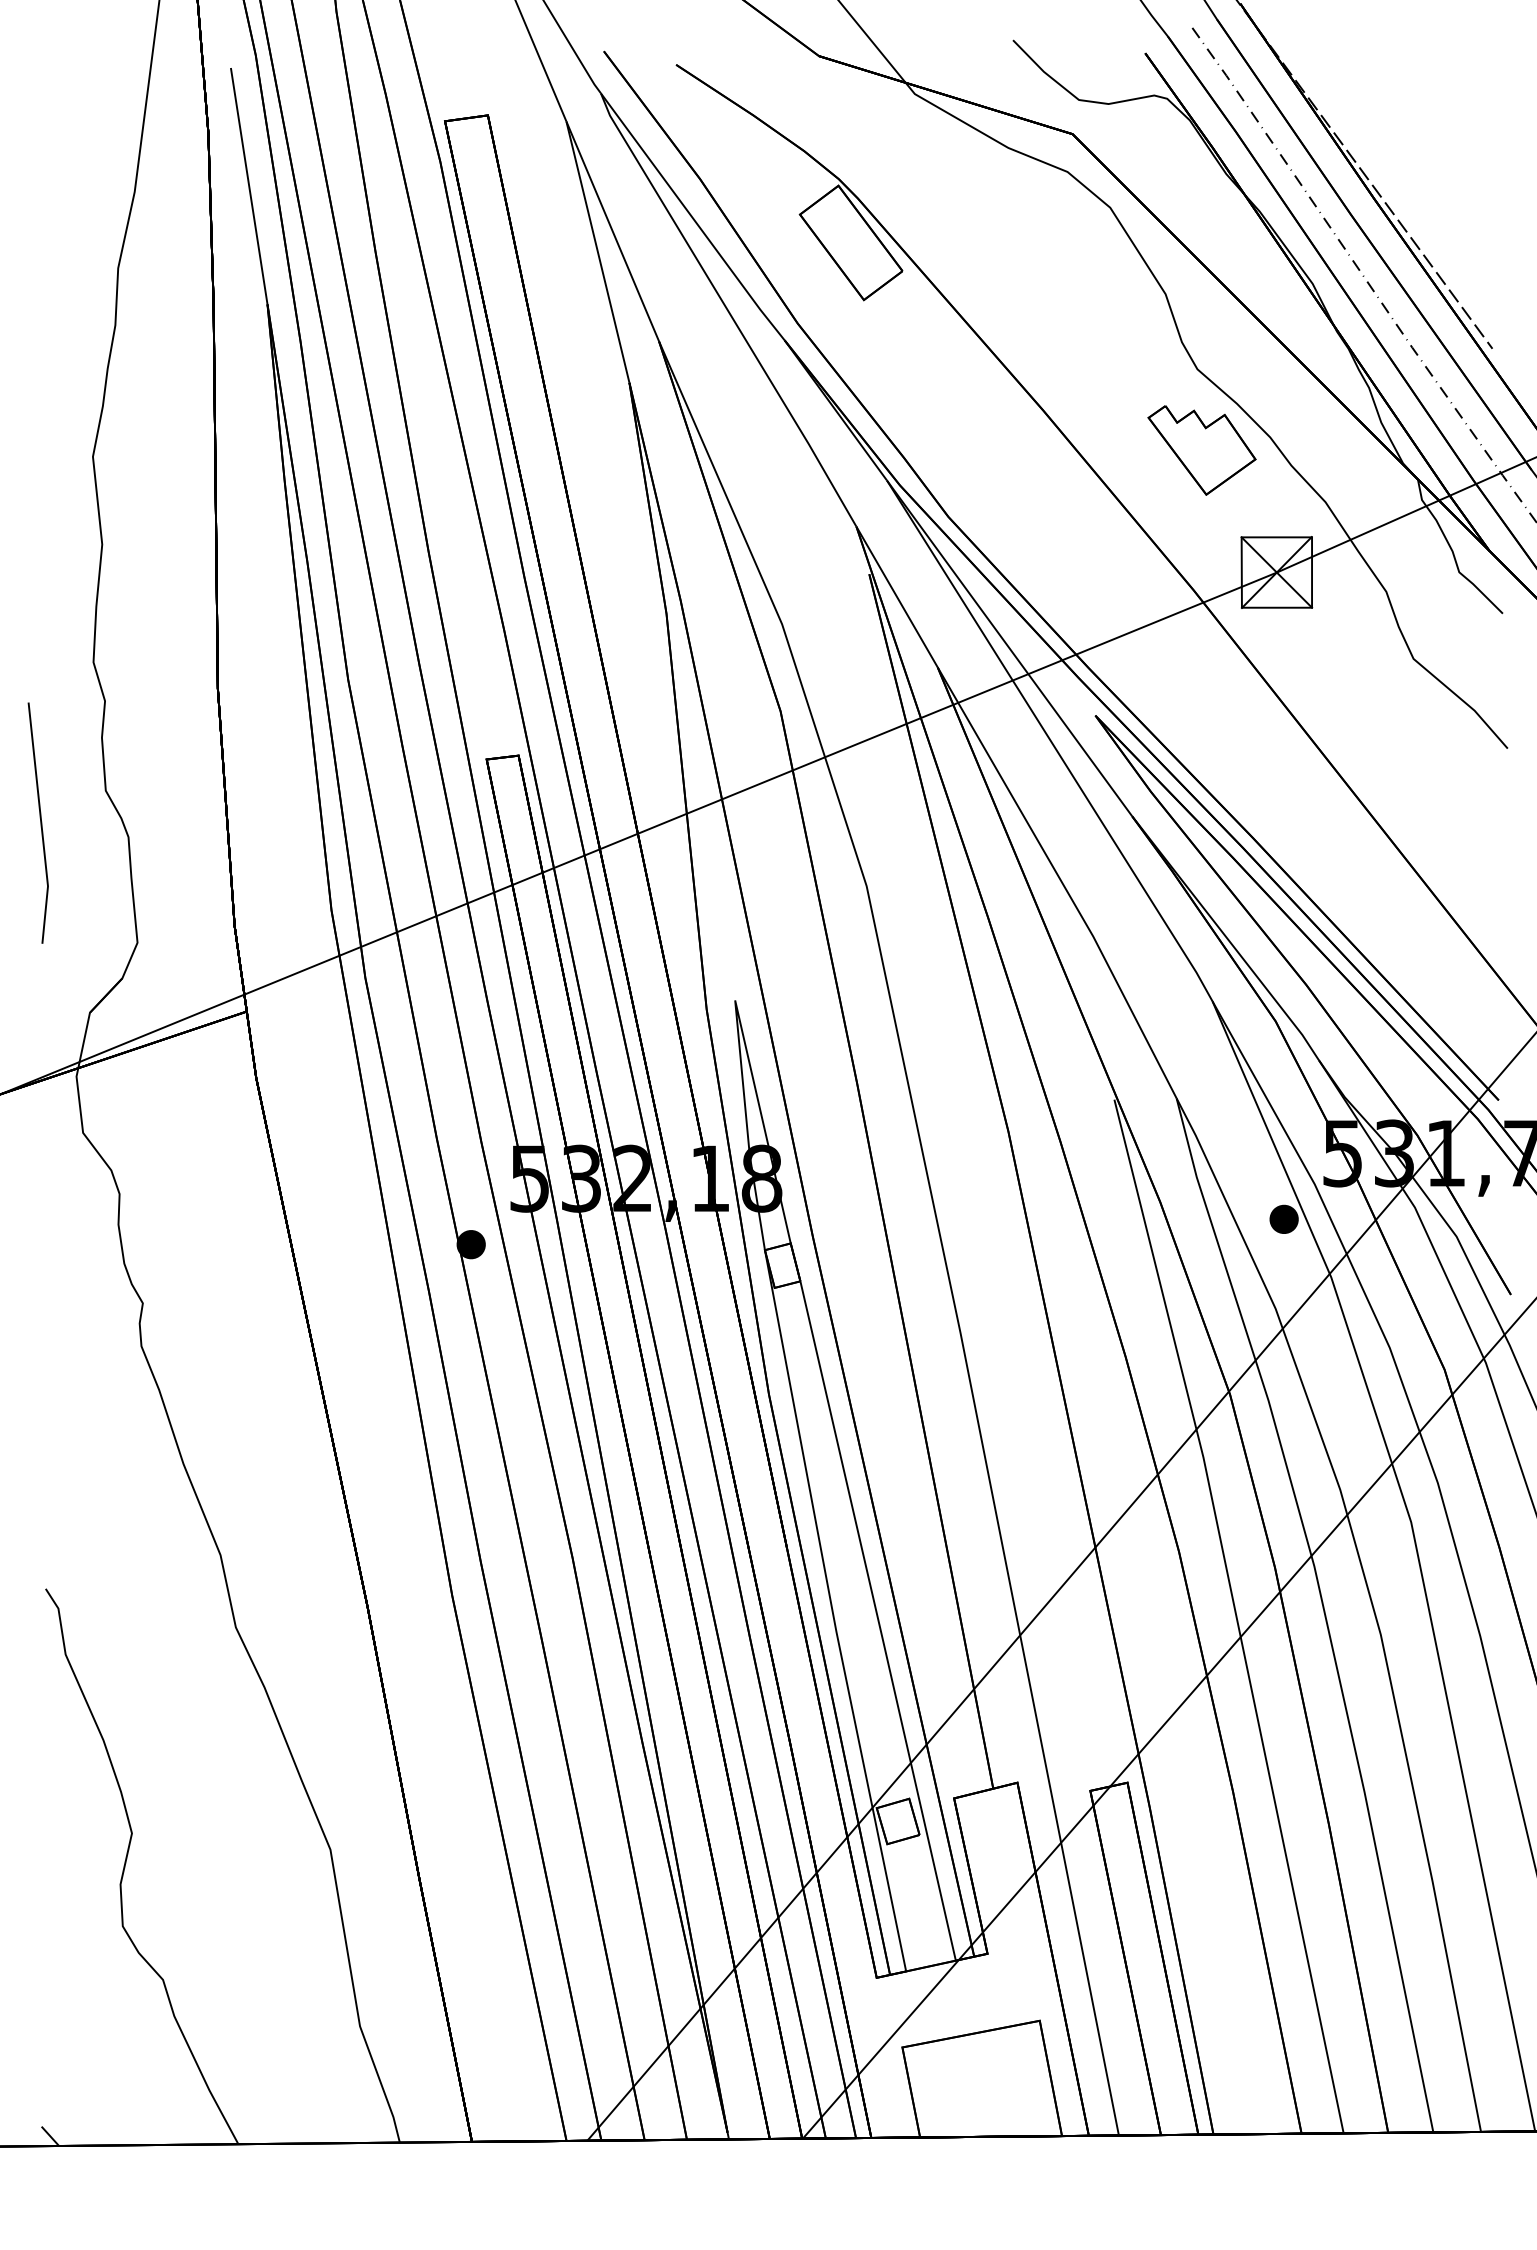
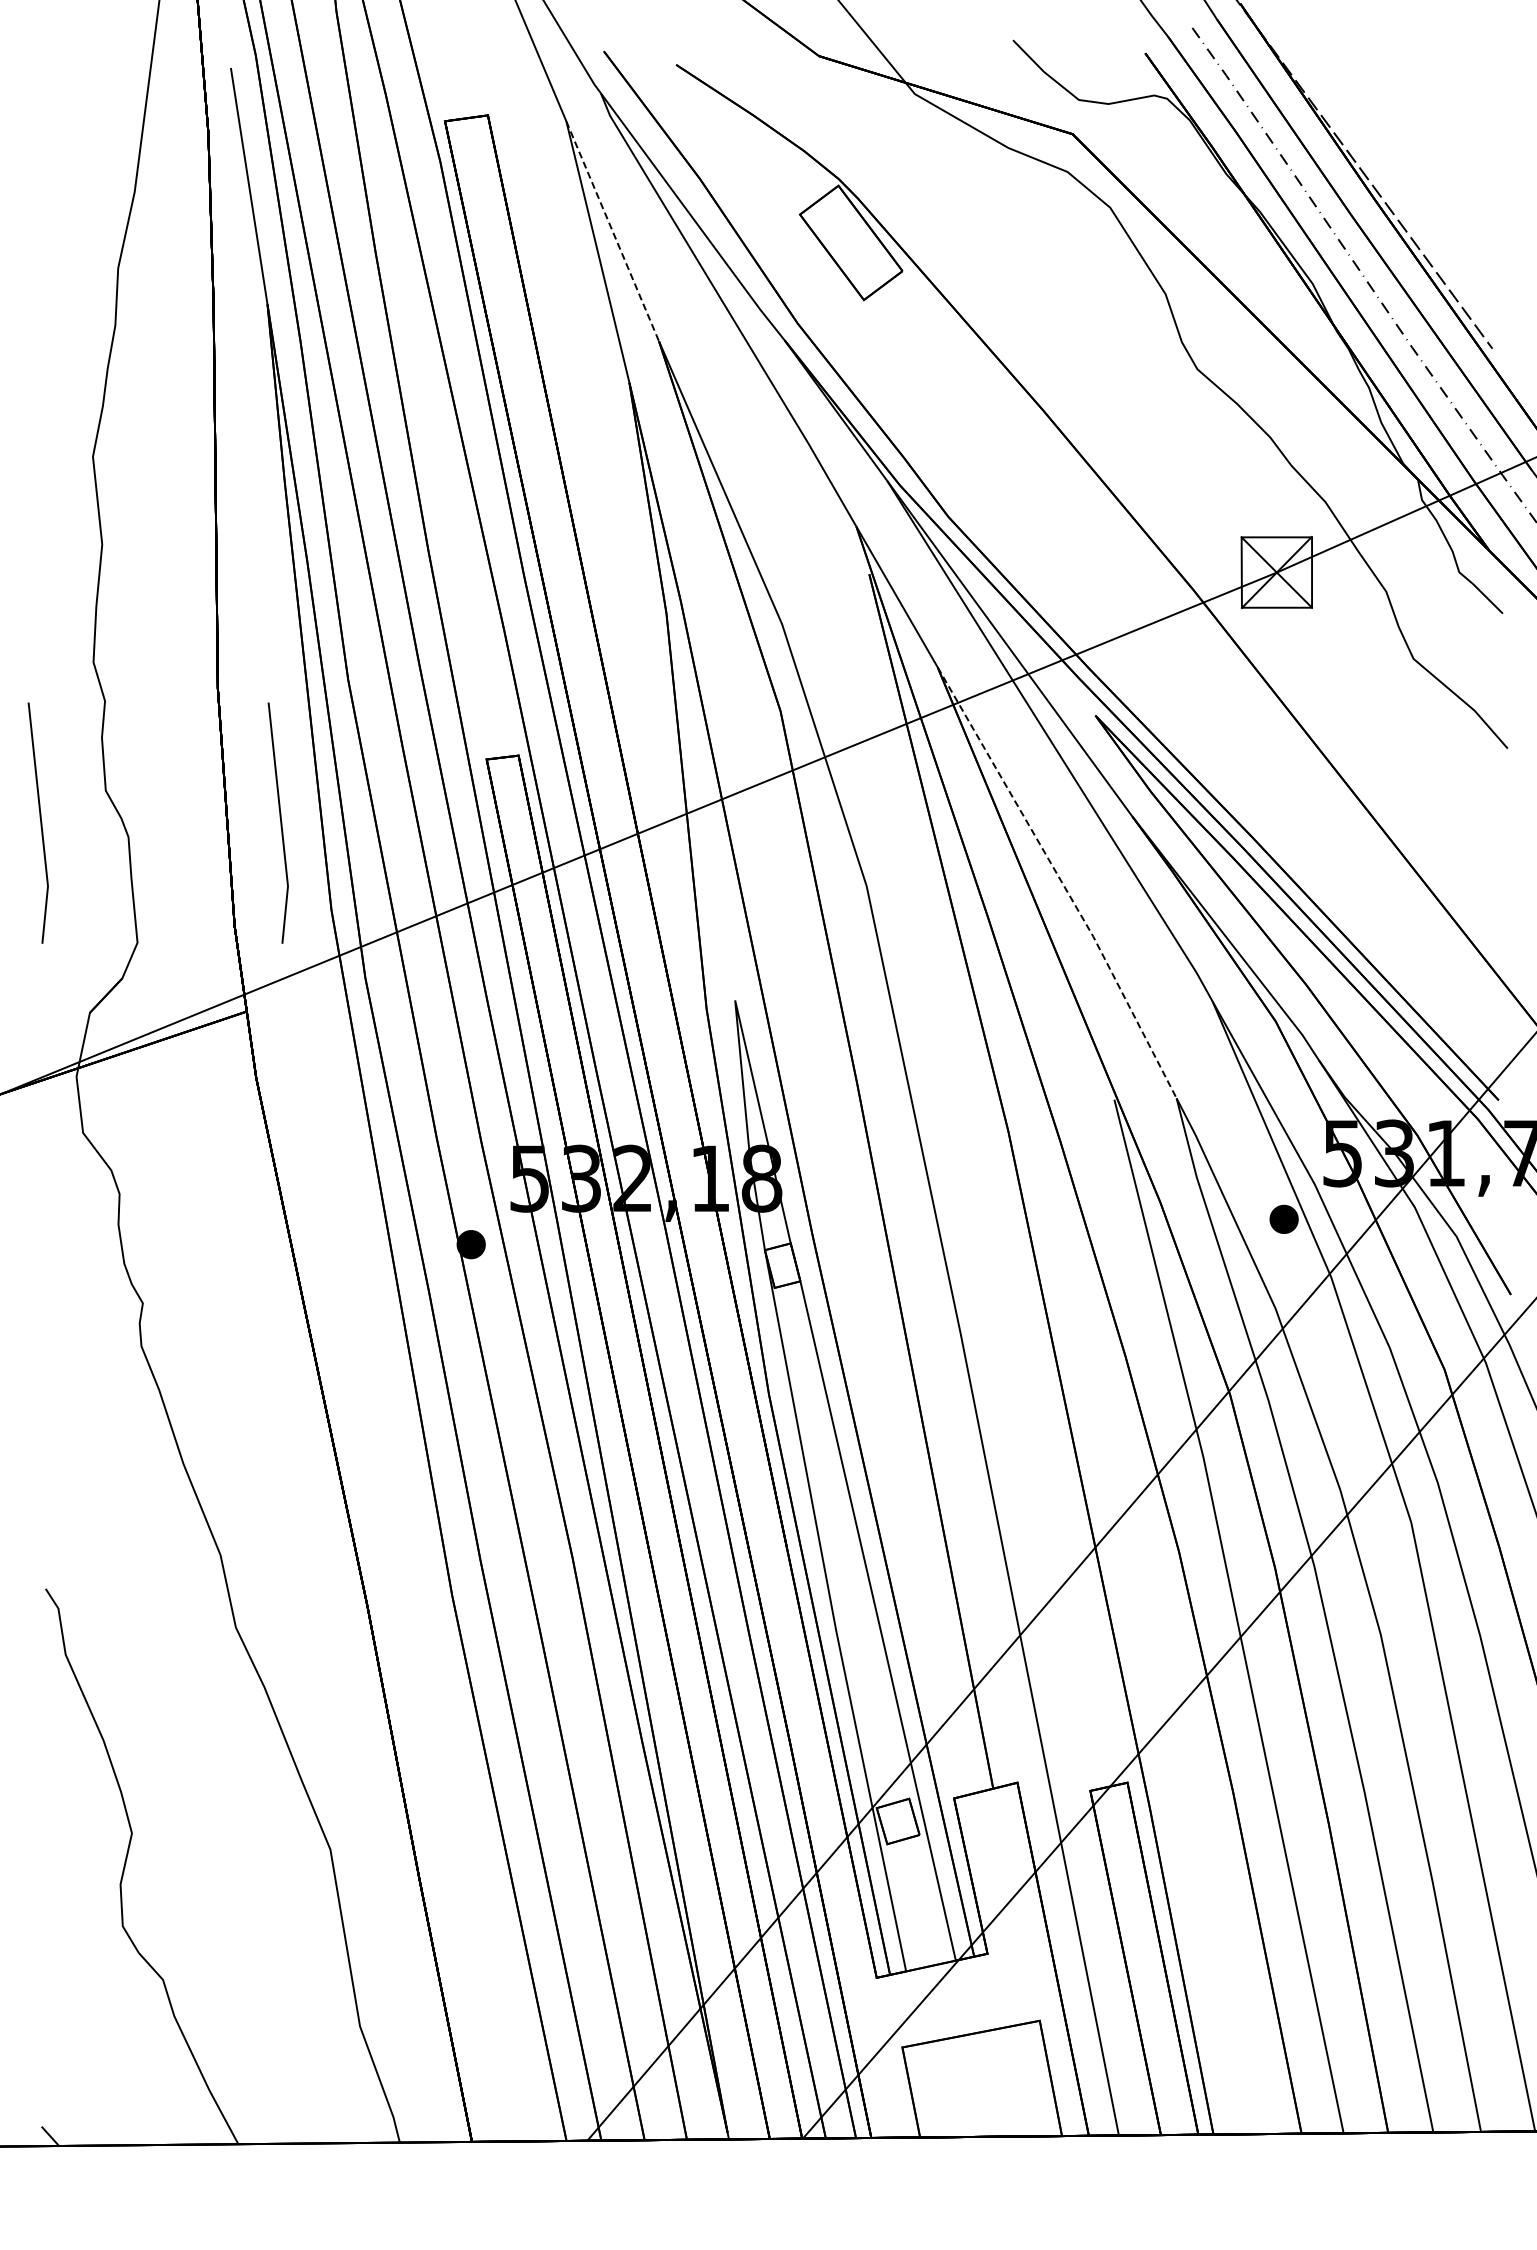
line at (612, 231): solid -> dashed
part at (1201, 450): present -> none
line at (280, 822): none -> present
line at (1061, 881): solid -> dashed
